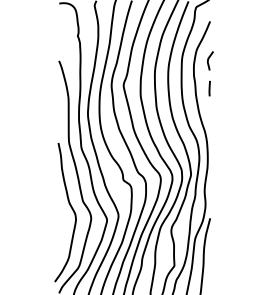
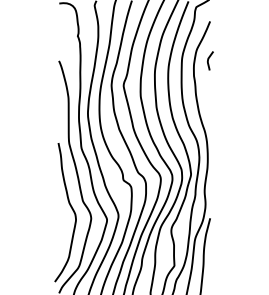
line at (209, 88): present -> none
